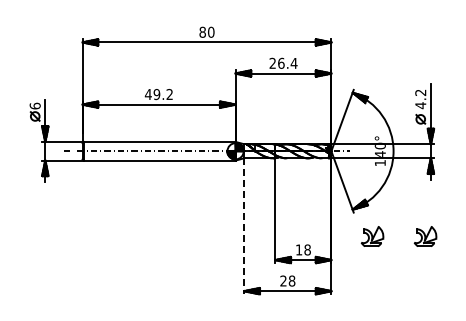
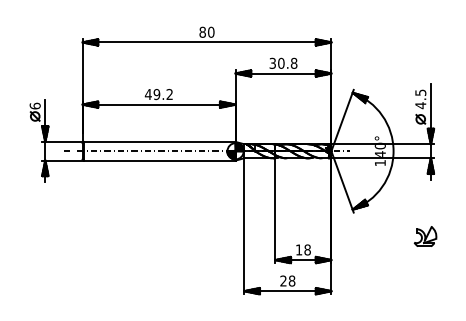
text at (283, 62): 26.4 -> 30.8
text at (420, 92): 4.2 -> 4.5
line at (244, 226): dashed -> solid
part at (372, 236): present -> none
